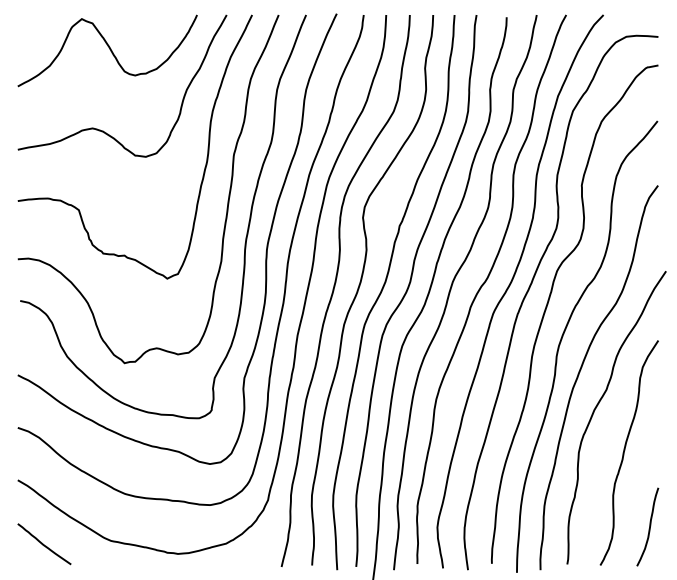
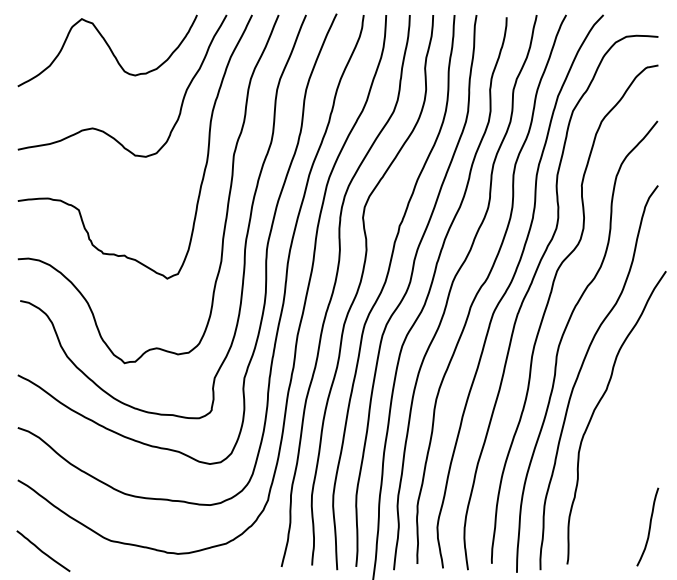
curve at (625, 450): present -> none
curve at (44, 544) position: (44, 544) -> (43, 551)
